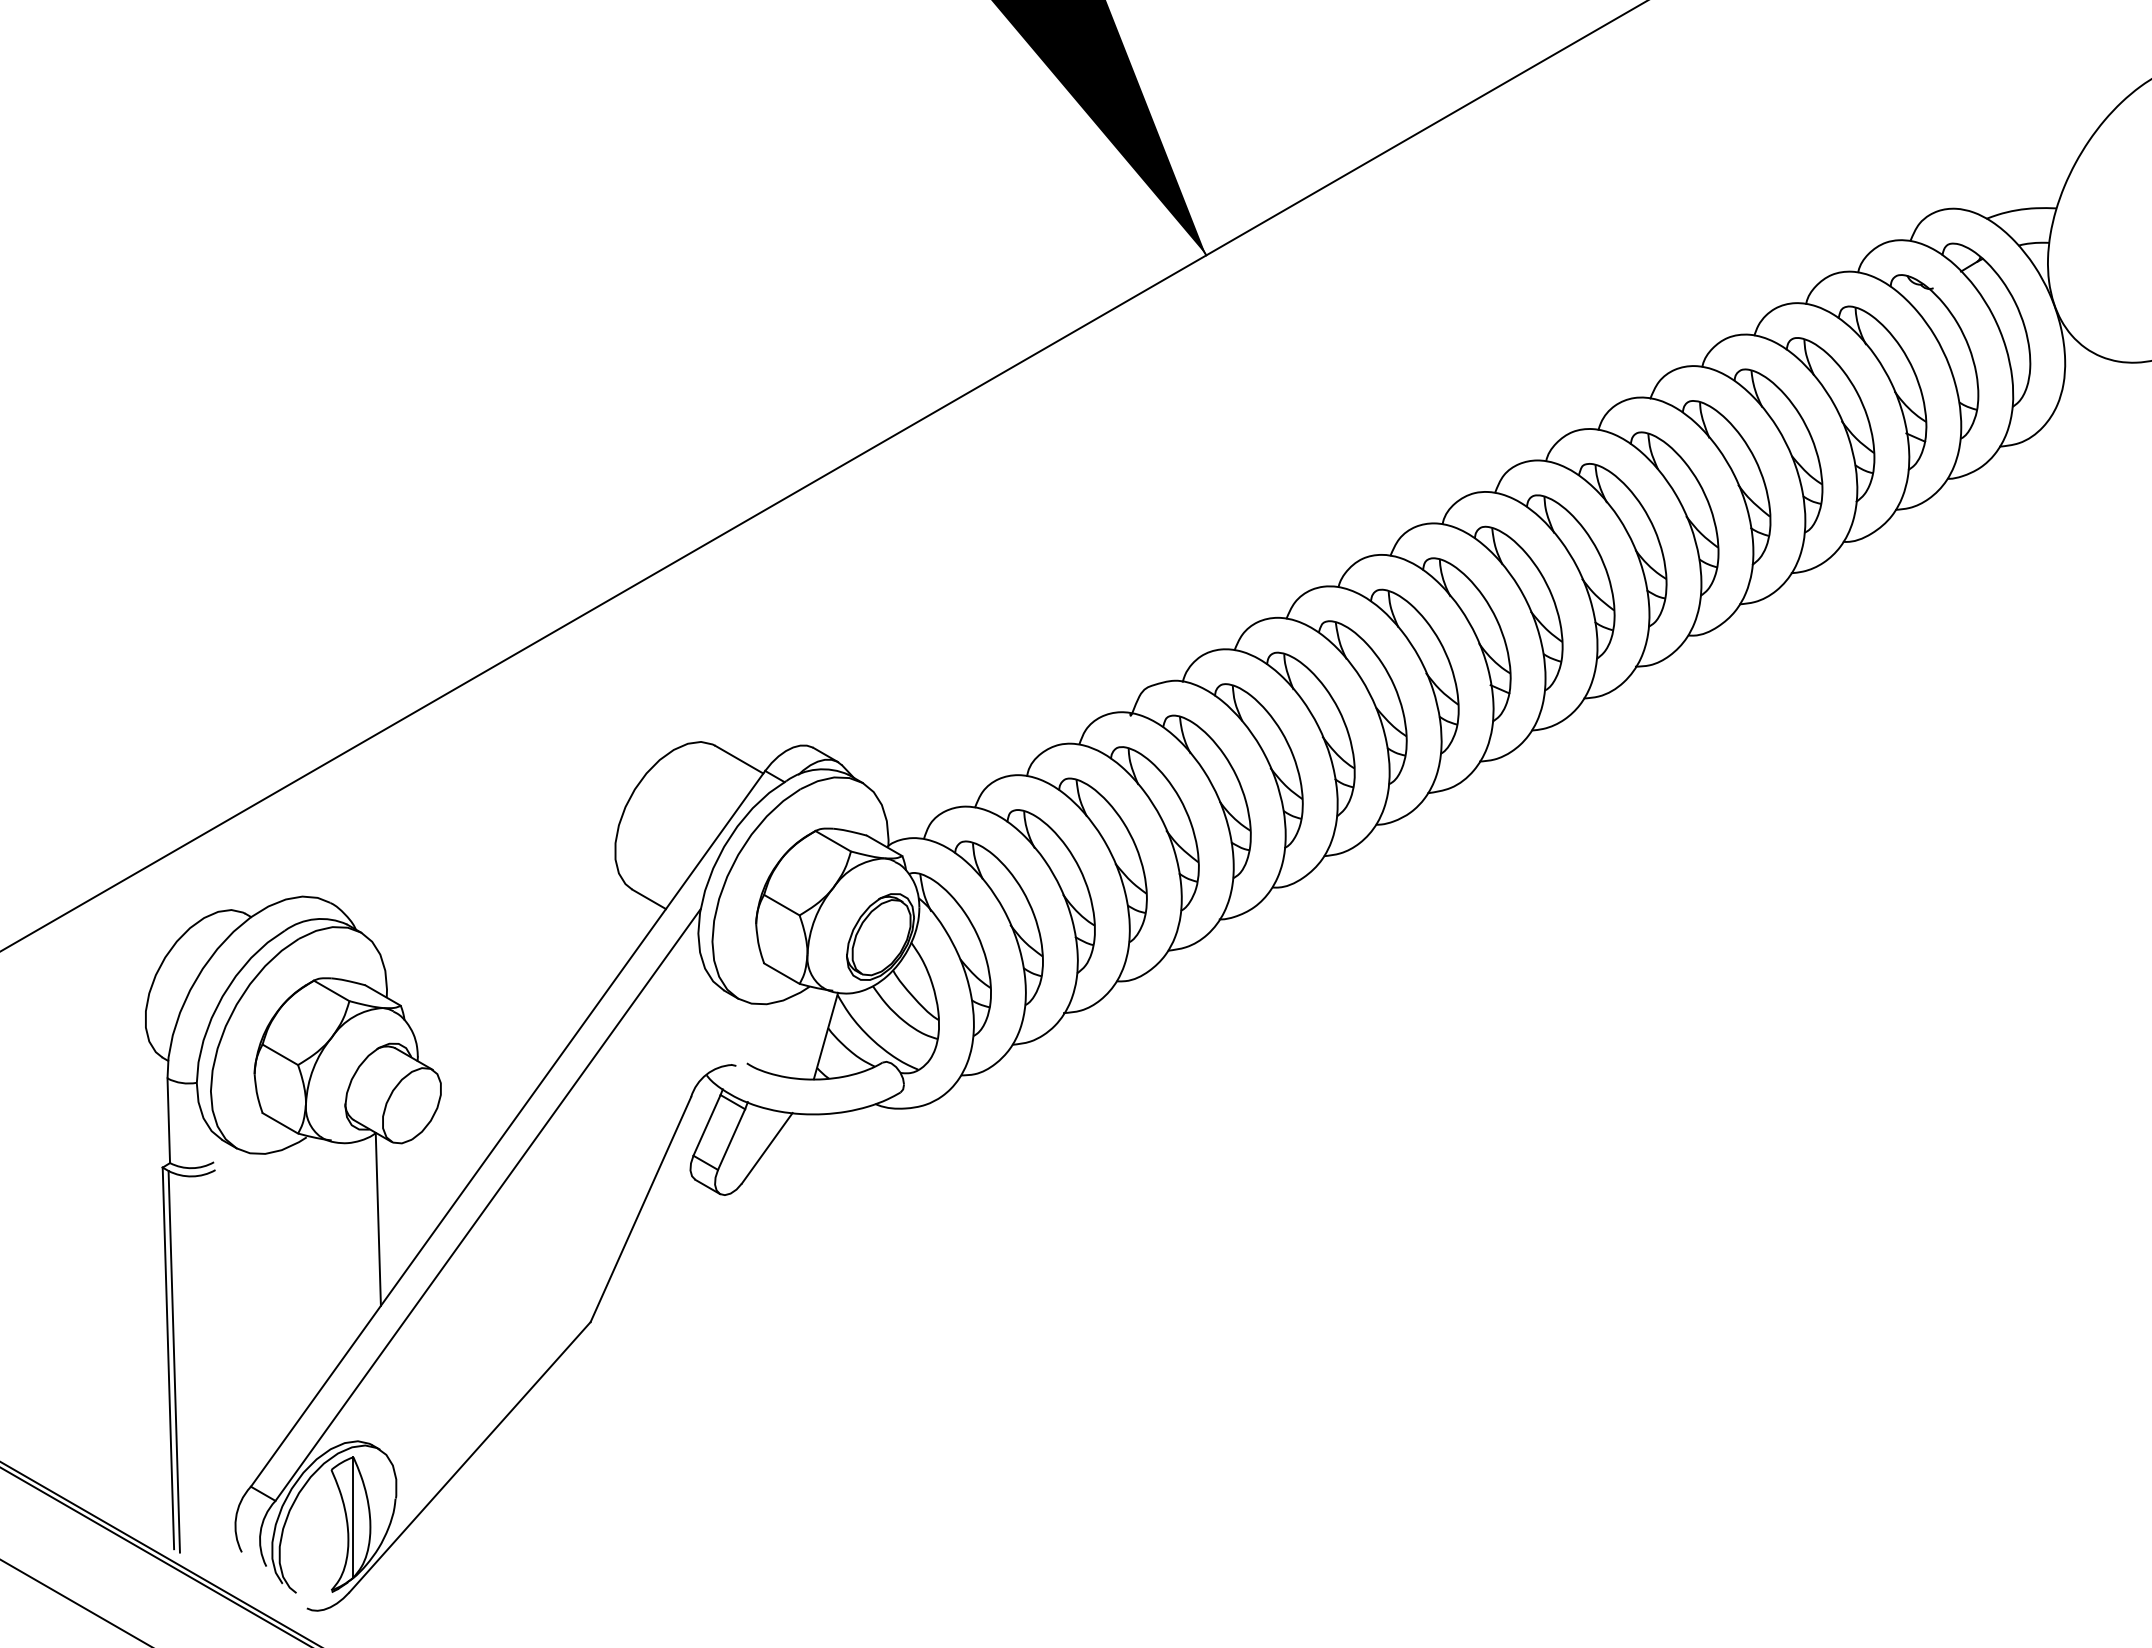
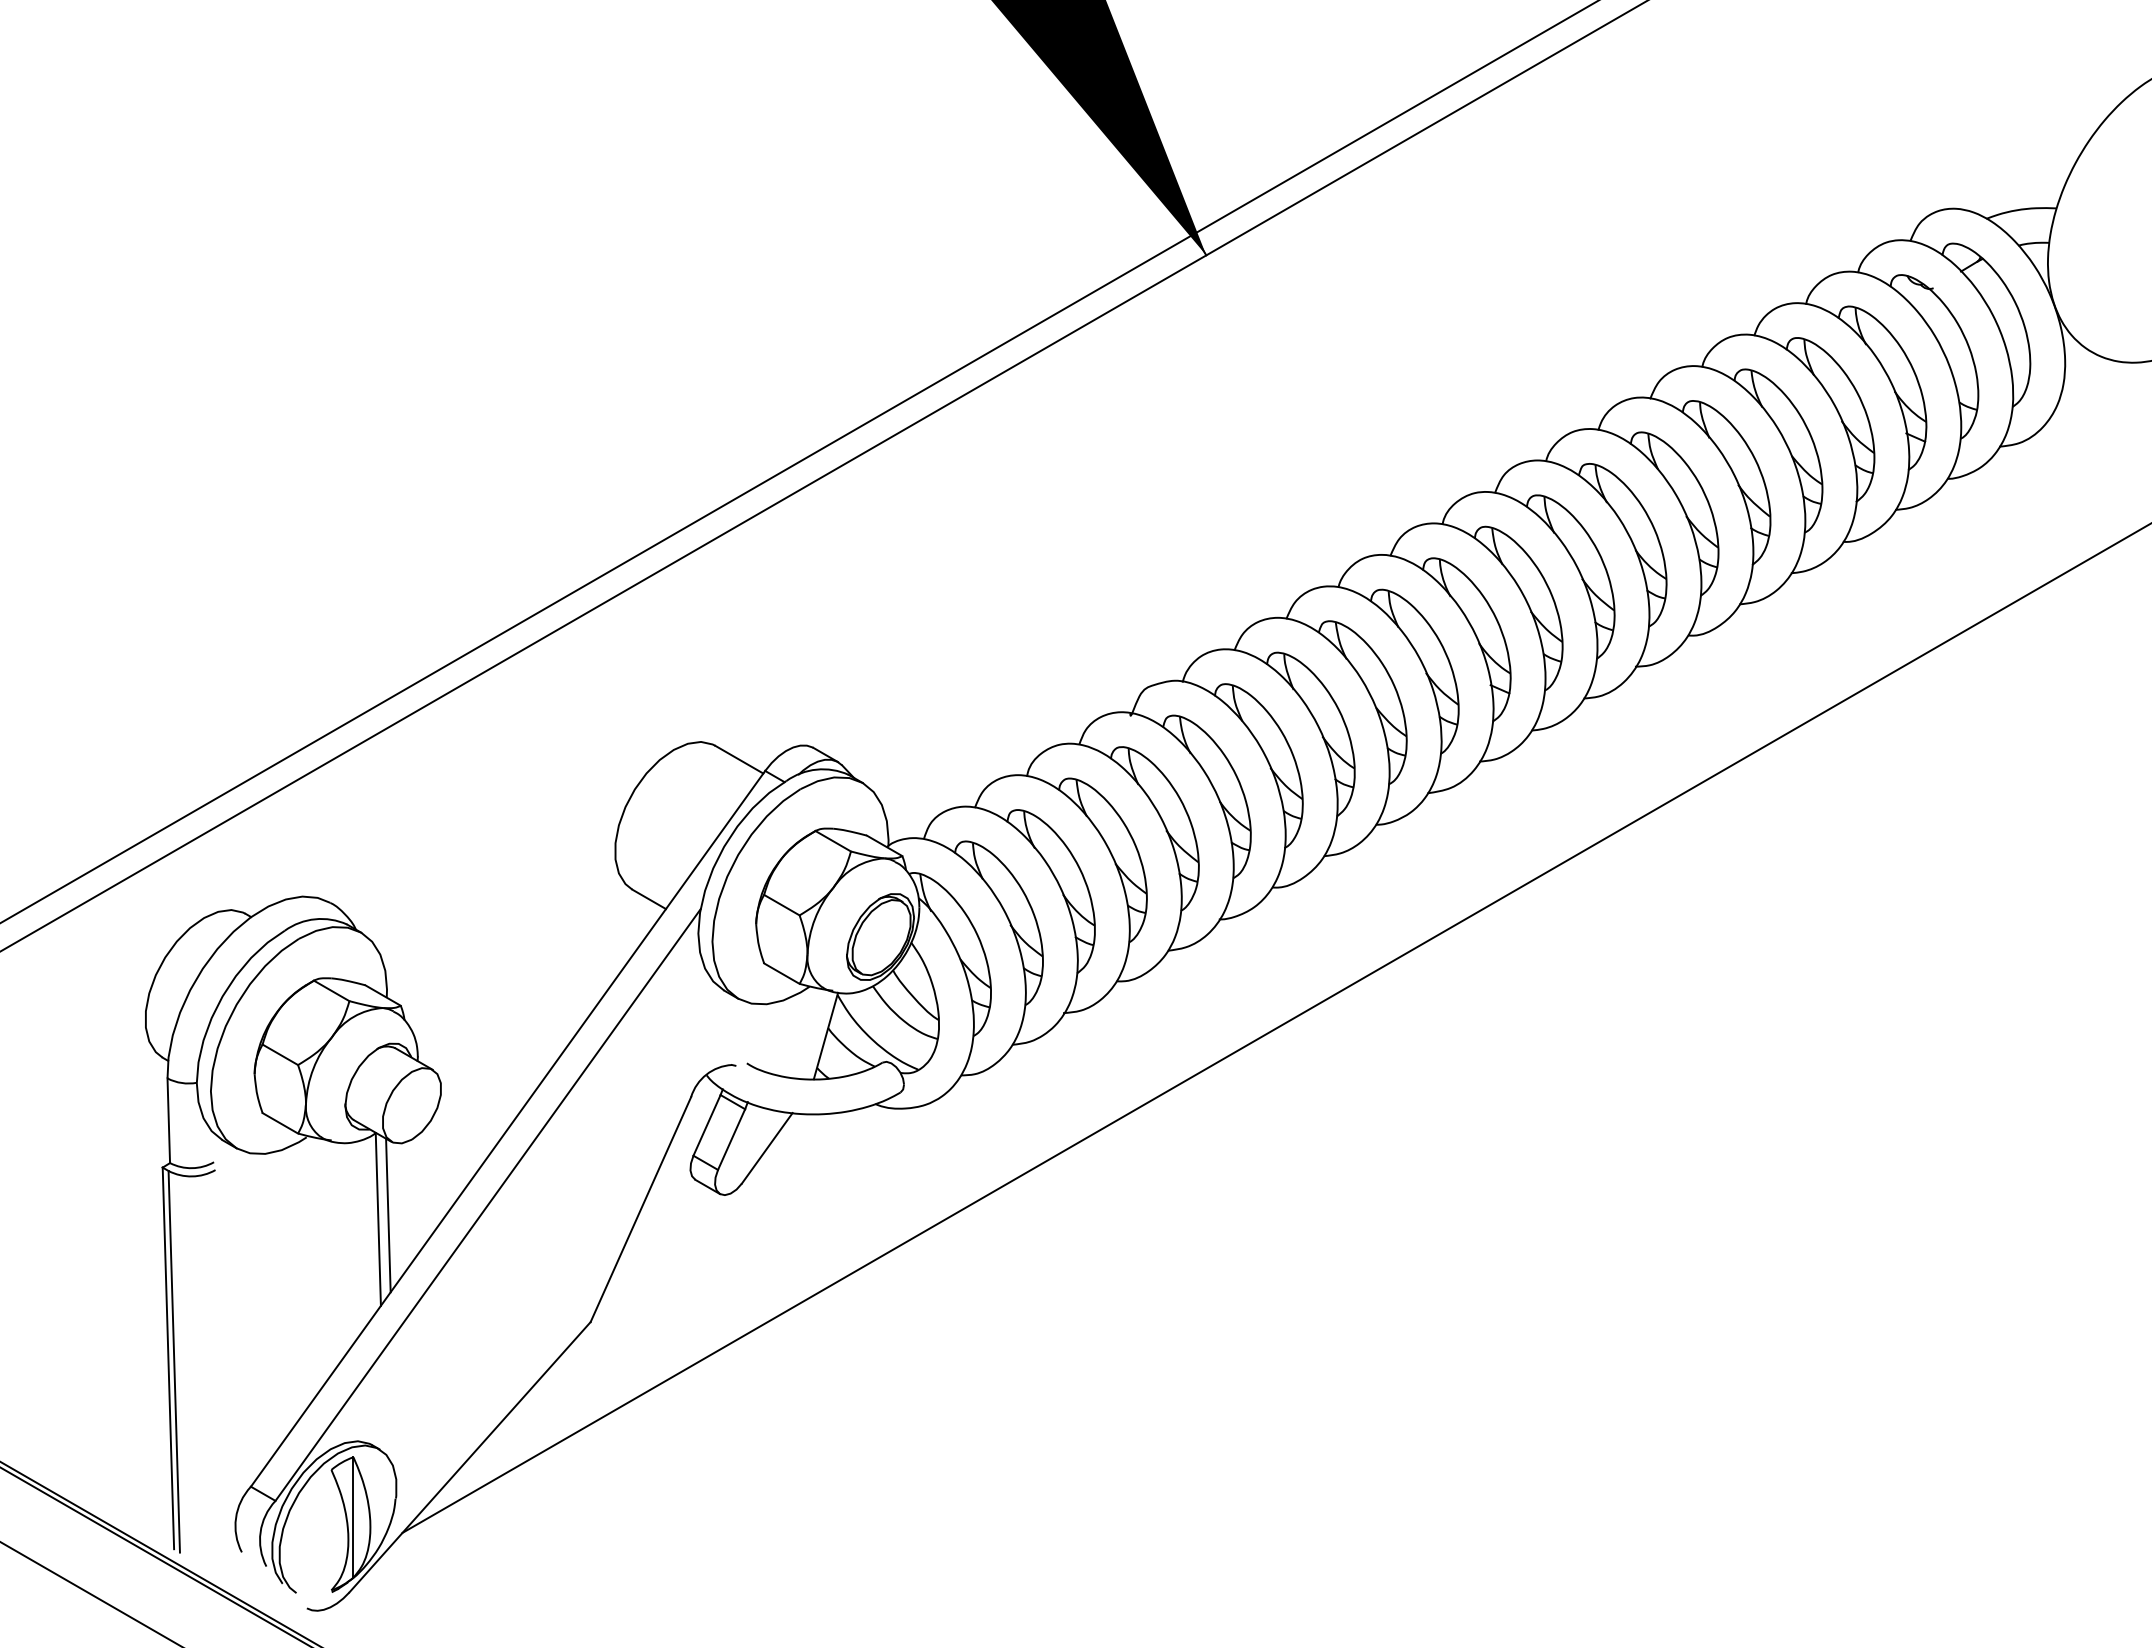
line at (799, 462): none -> present
line at (1275, 1028): none -> present
line at (388, 1215): none -> present
line at (74, 1602) position: (74, 1602) -> (90, 1593)
